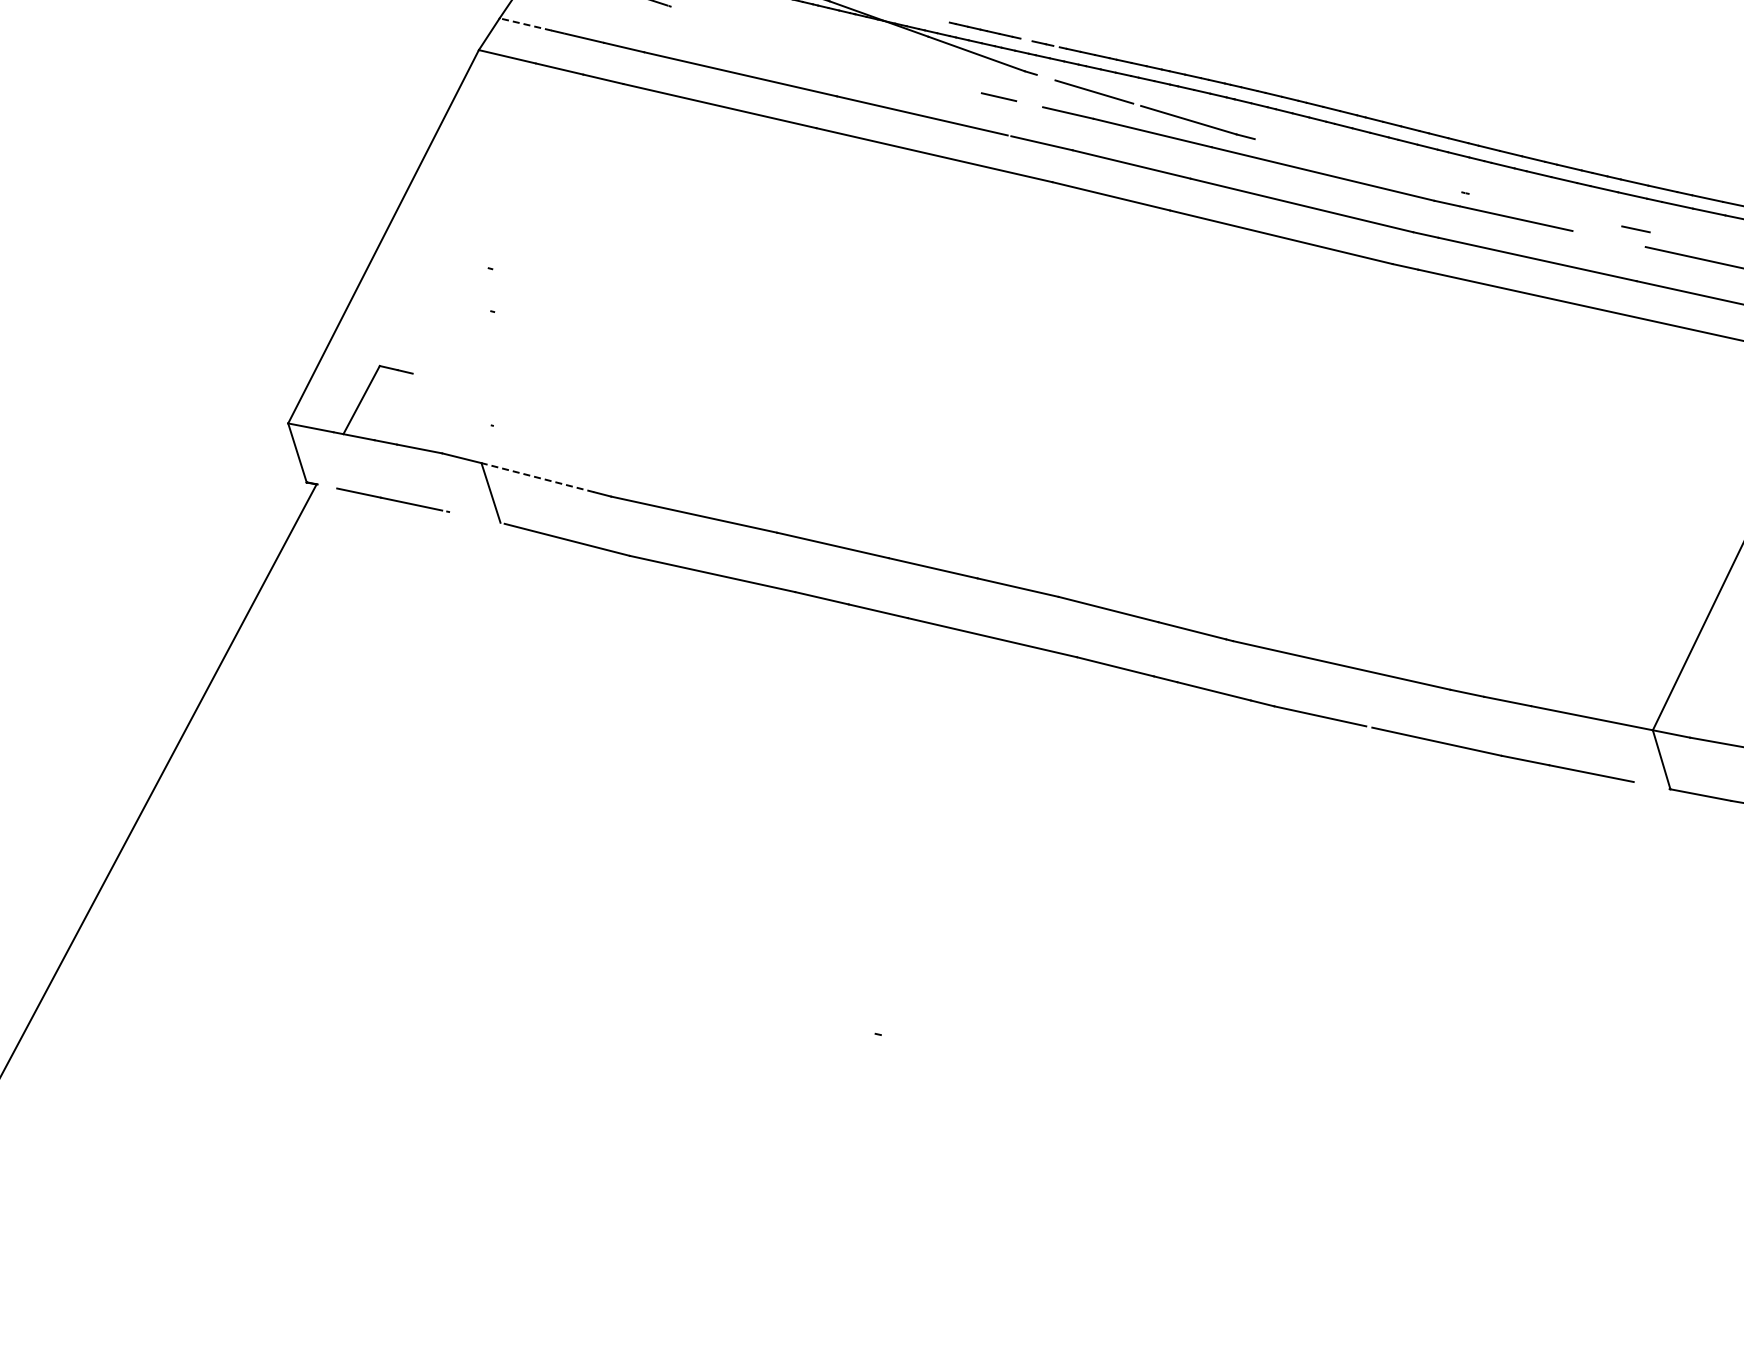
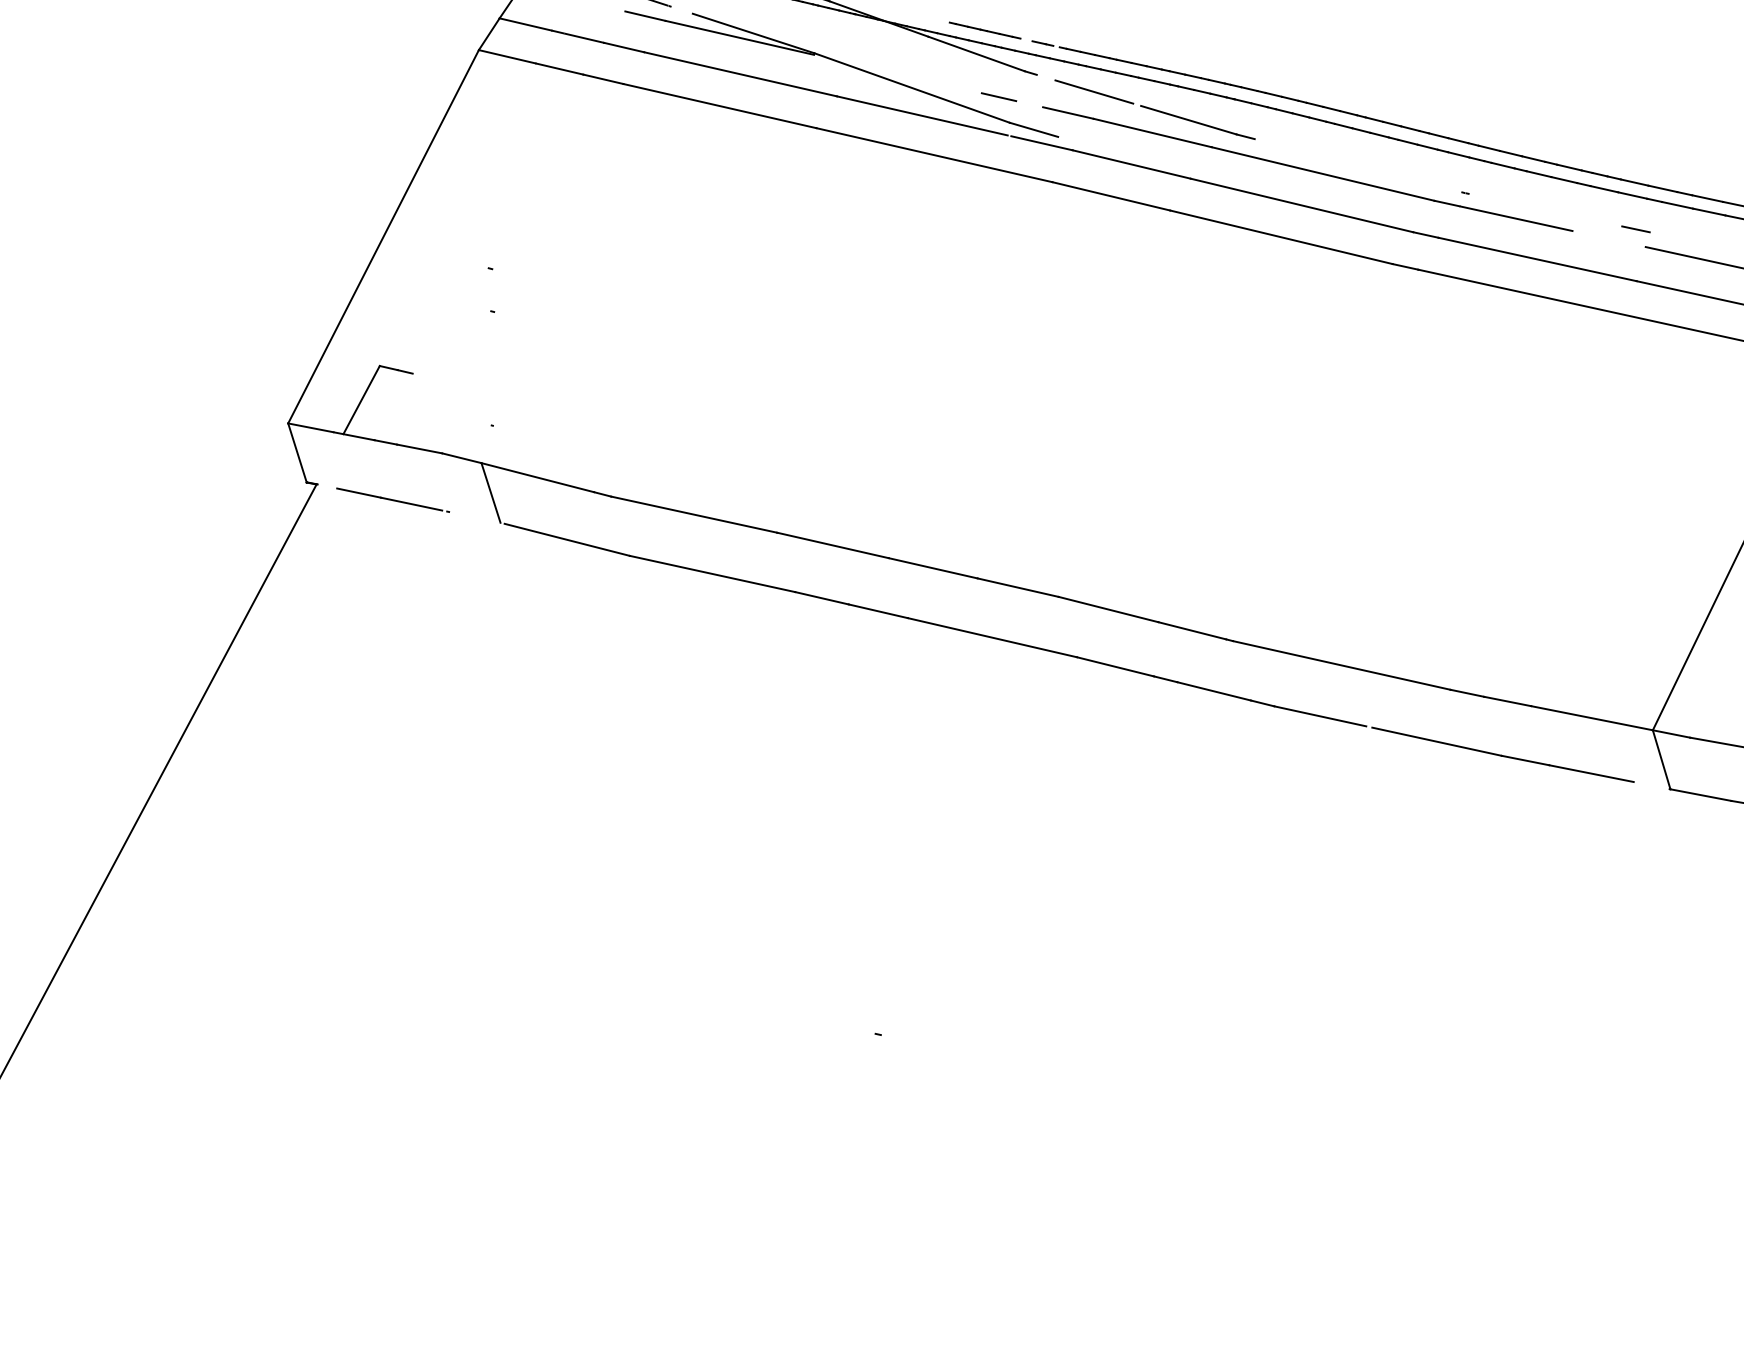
line at (525, 24): dashed -> solid
part at (845, 65): none -> present
line at (537, 477): dashed -> solid
